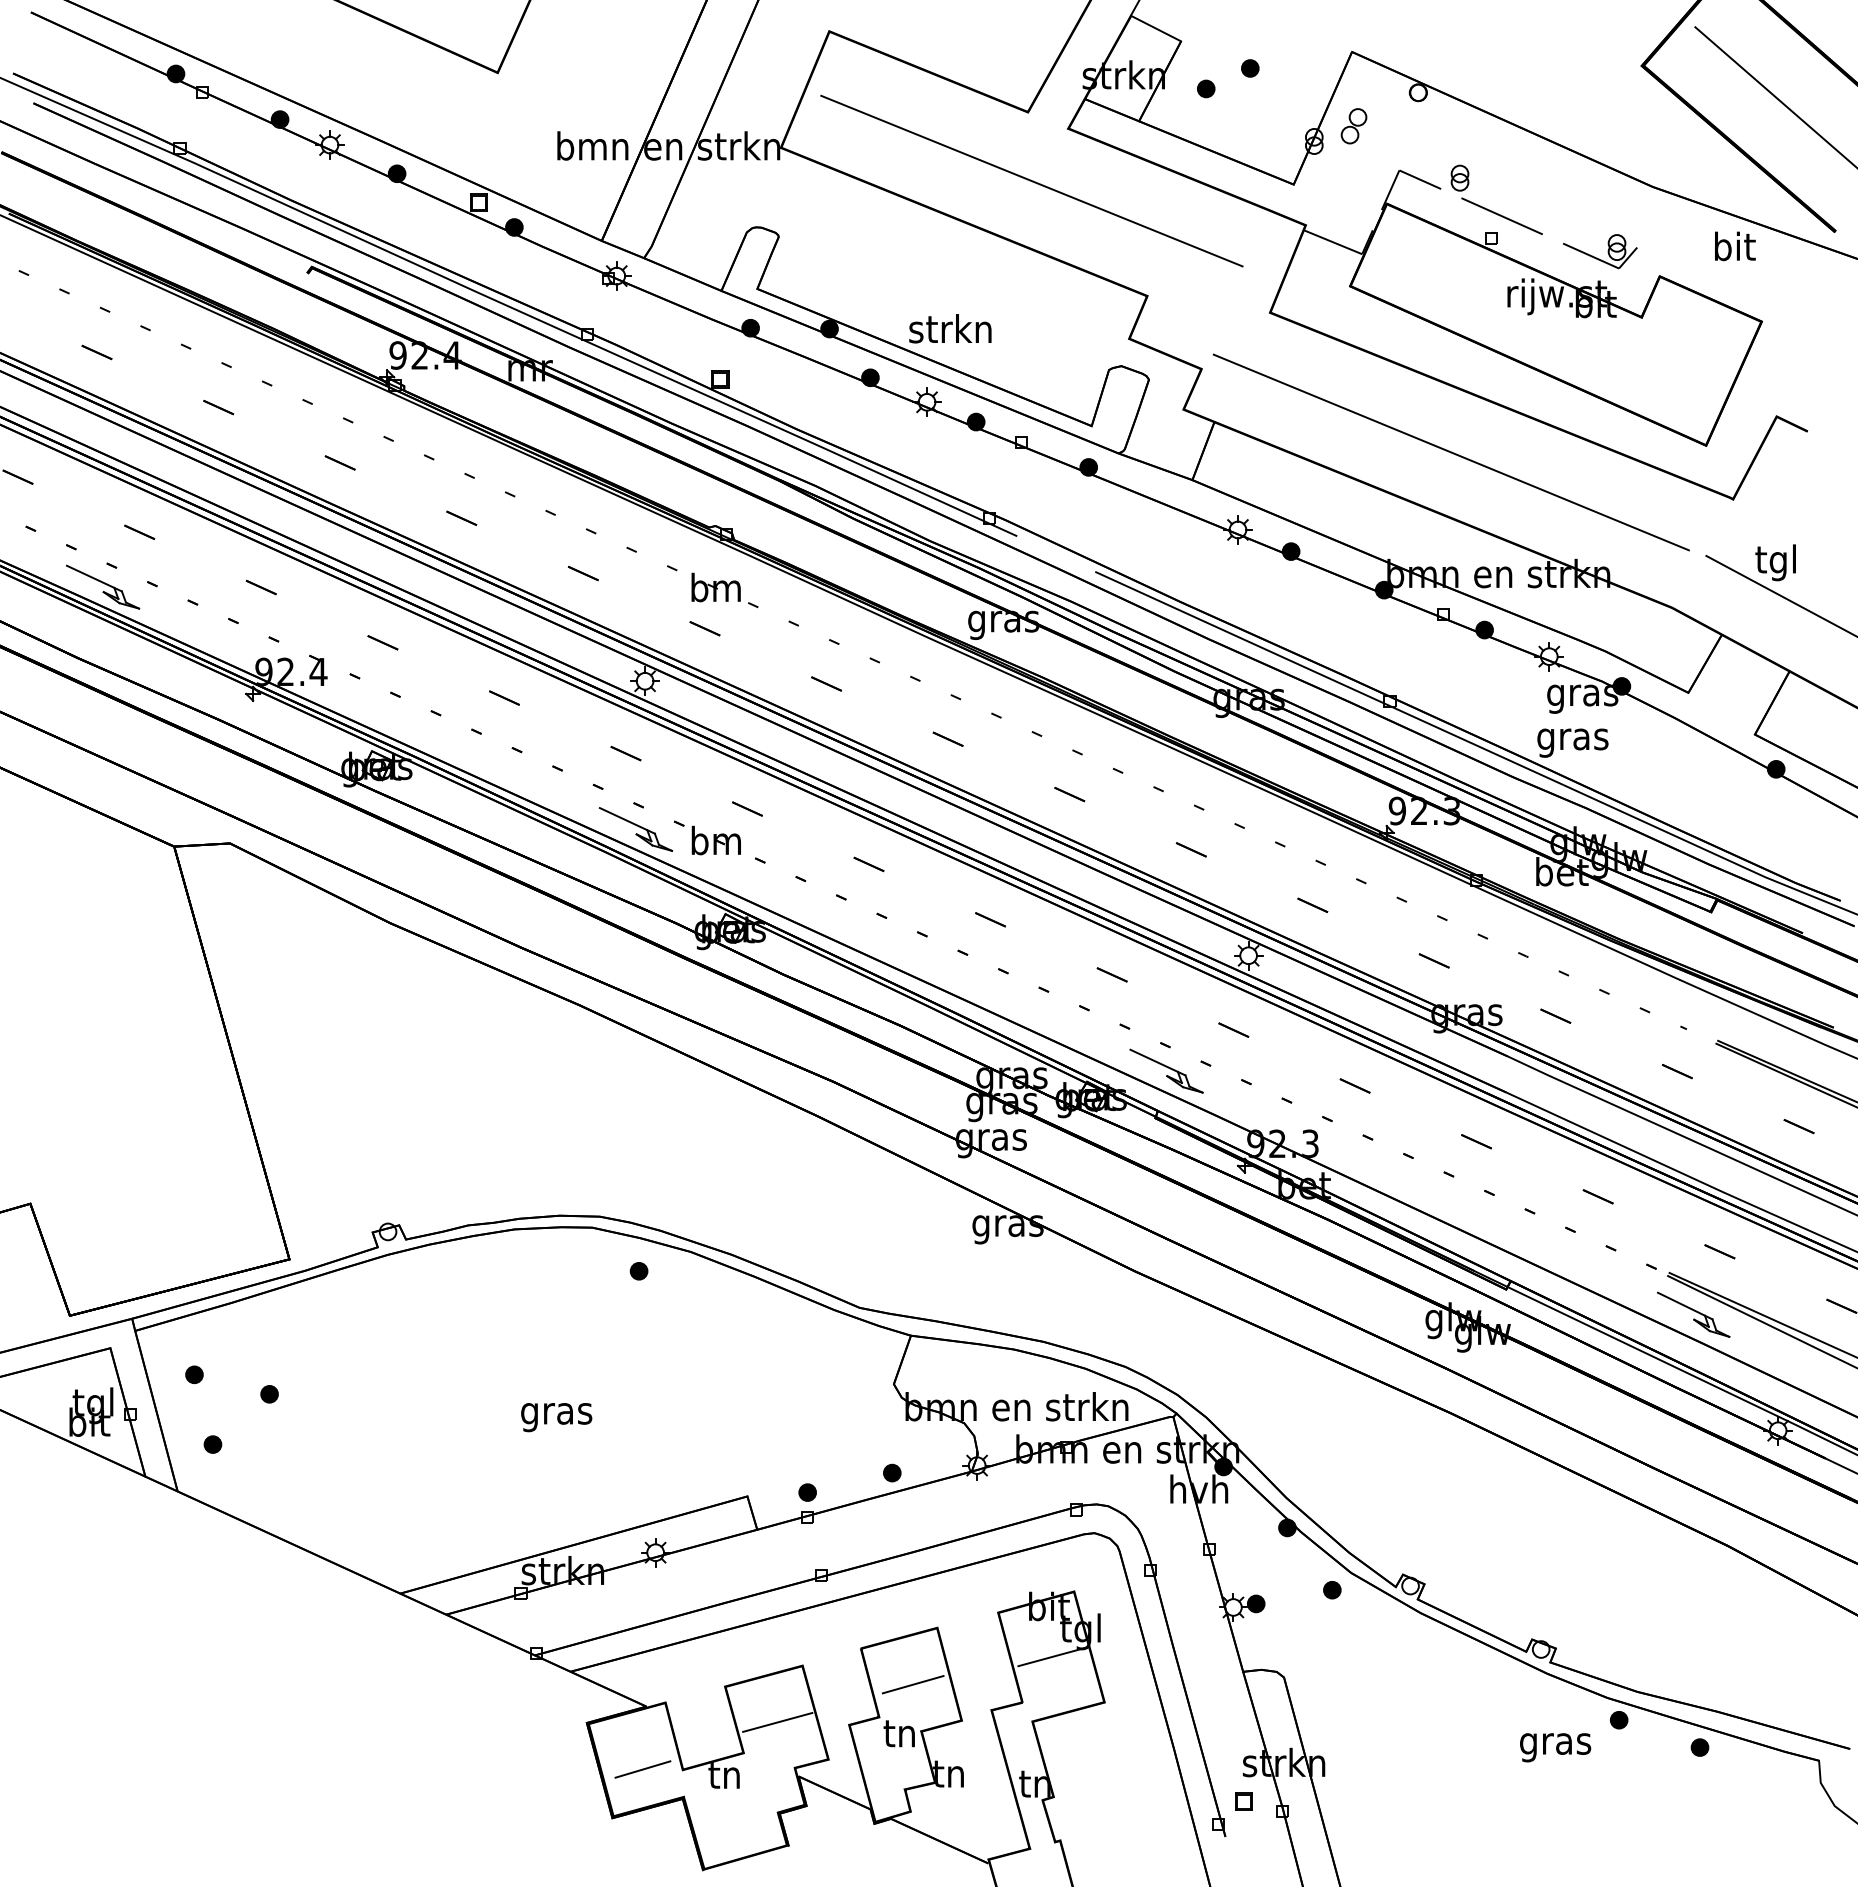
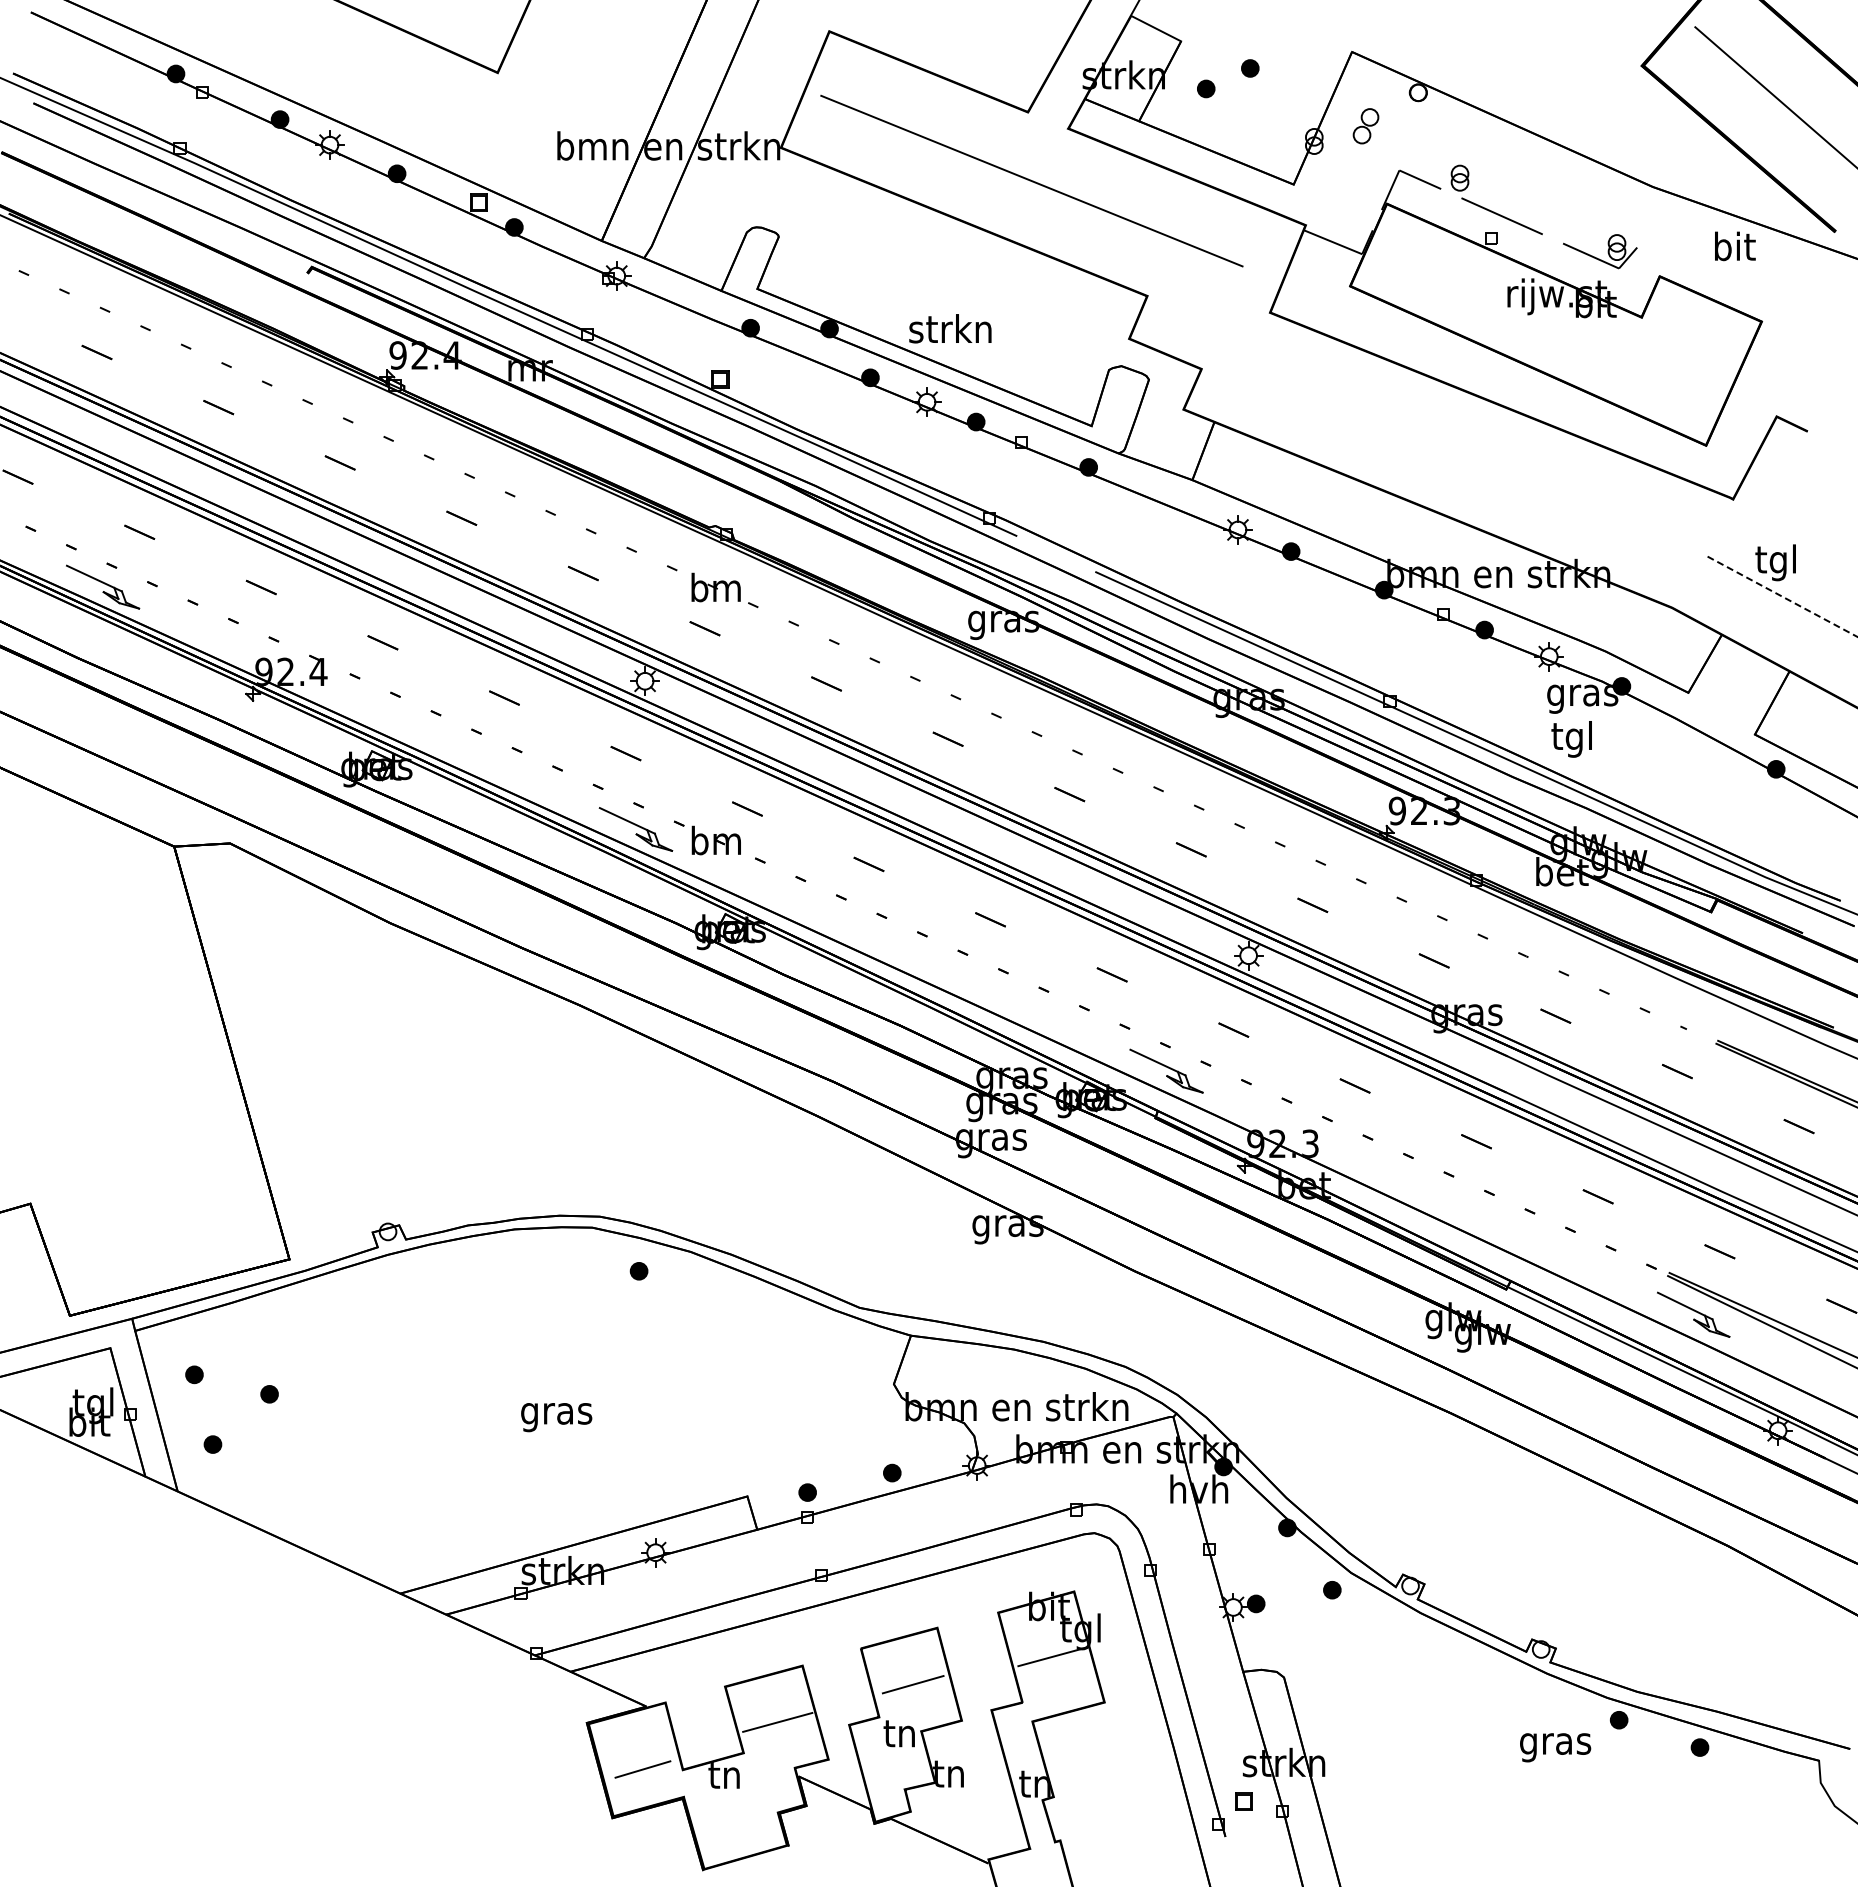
part at (1353, 126) position: (1353, 126) -> (1365, 126)
line at (1450, 452): present -> none
line at (1782, 596): solid -> dashed
text at (1572, 739): gras -> tgl
